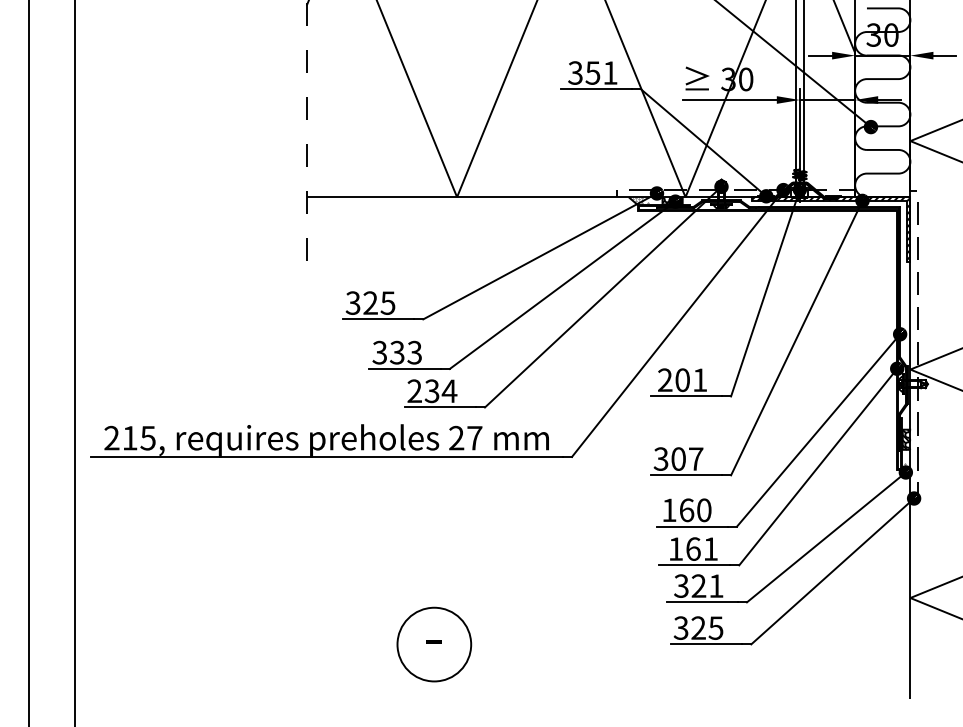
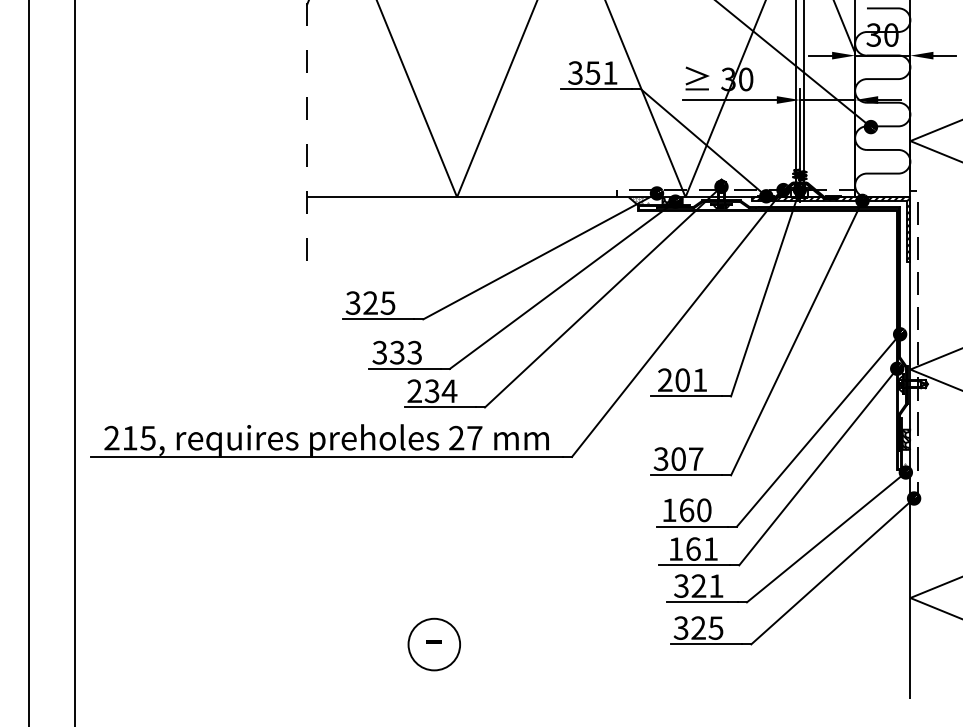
circle at (434, 644) diameter: 74 px -> 52 px
